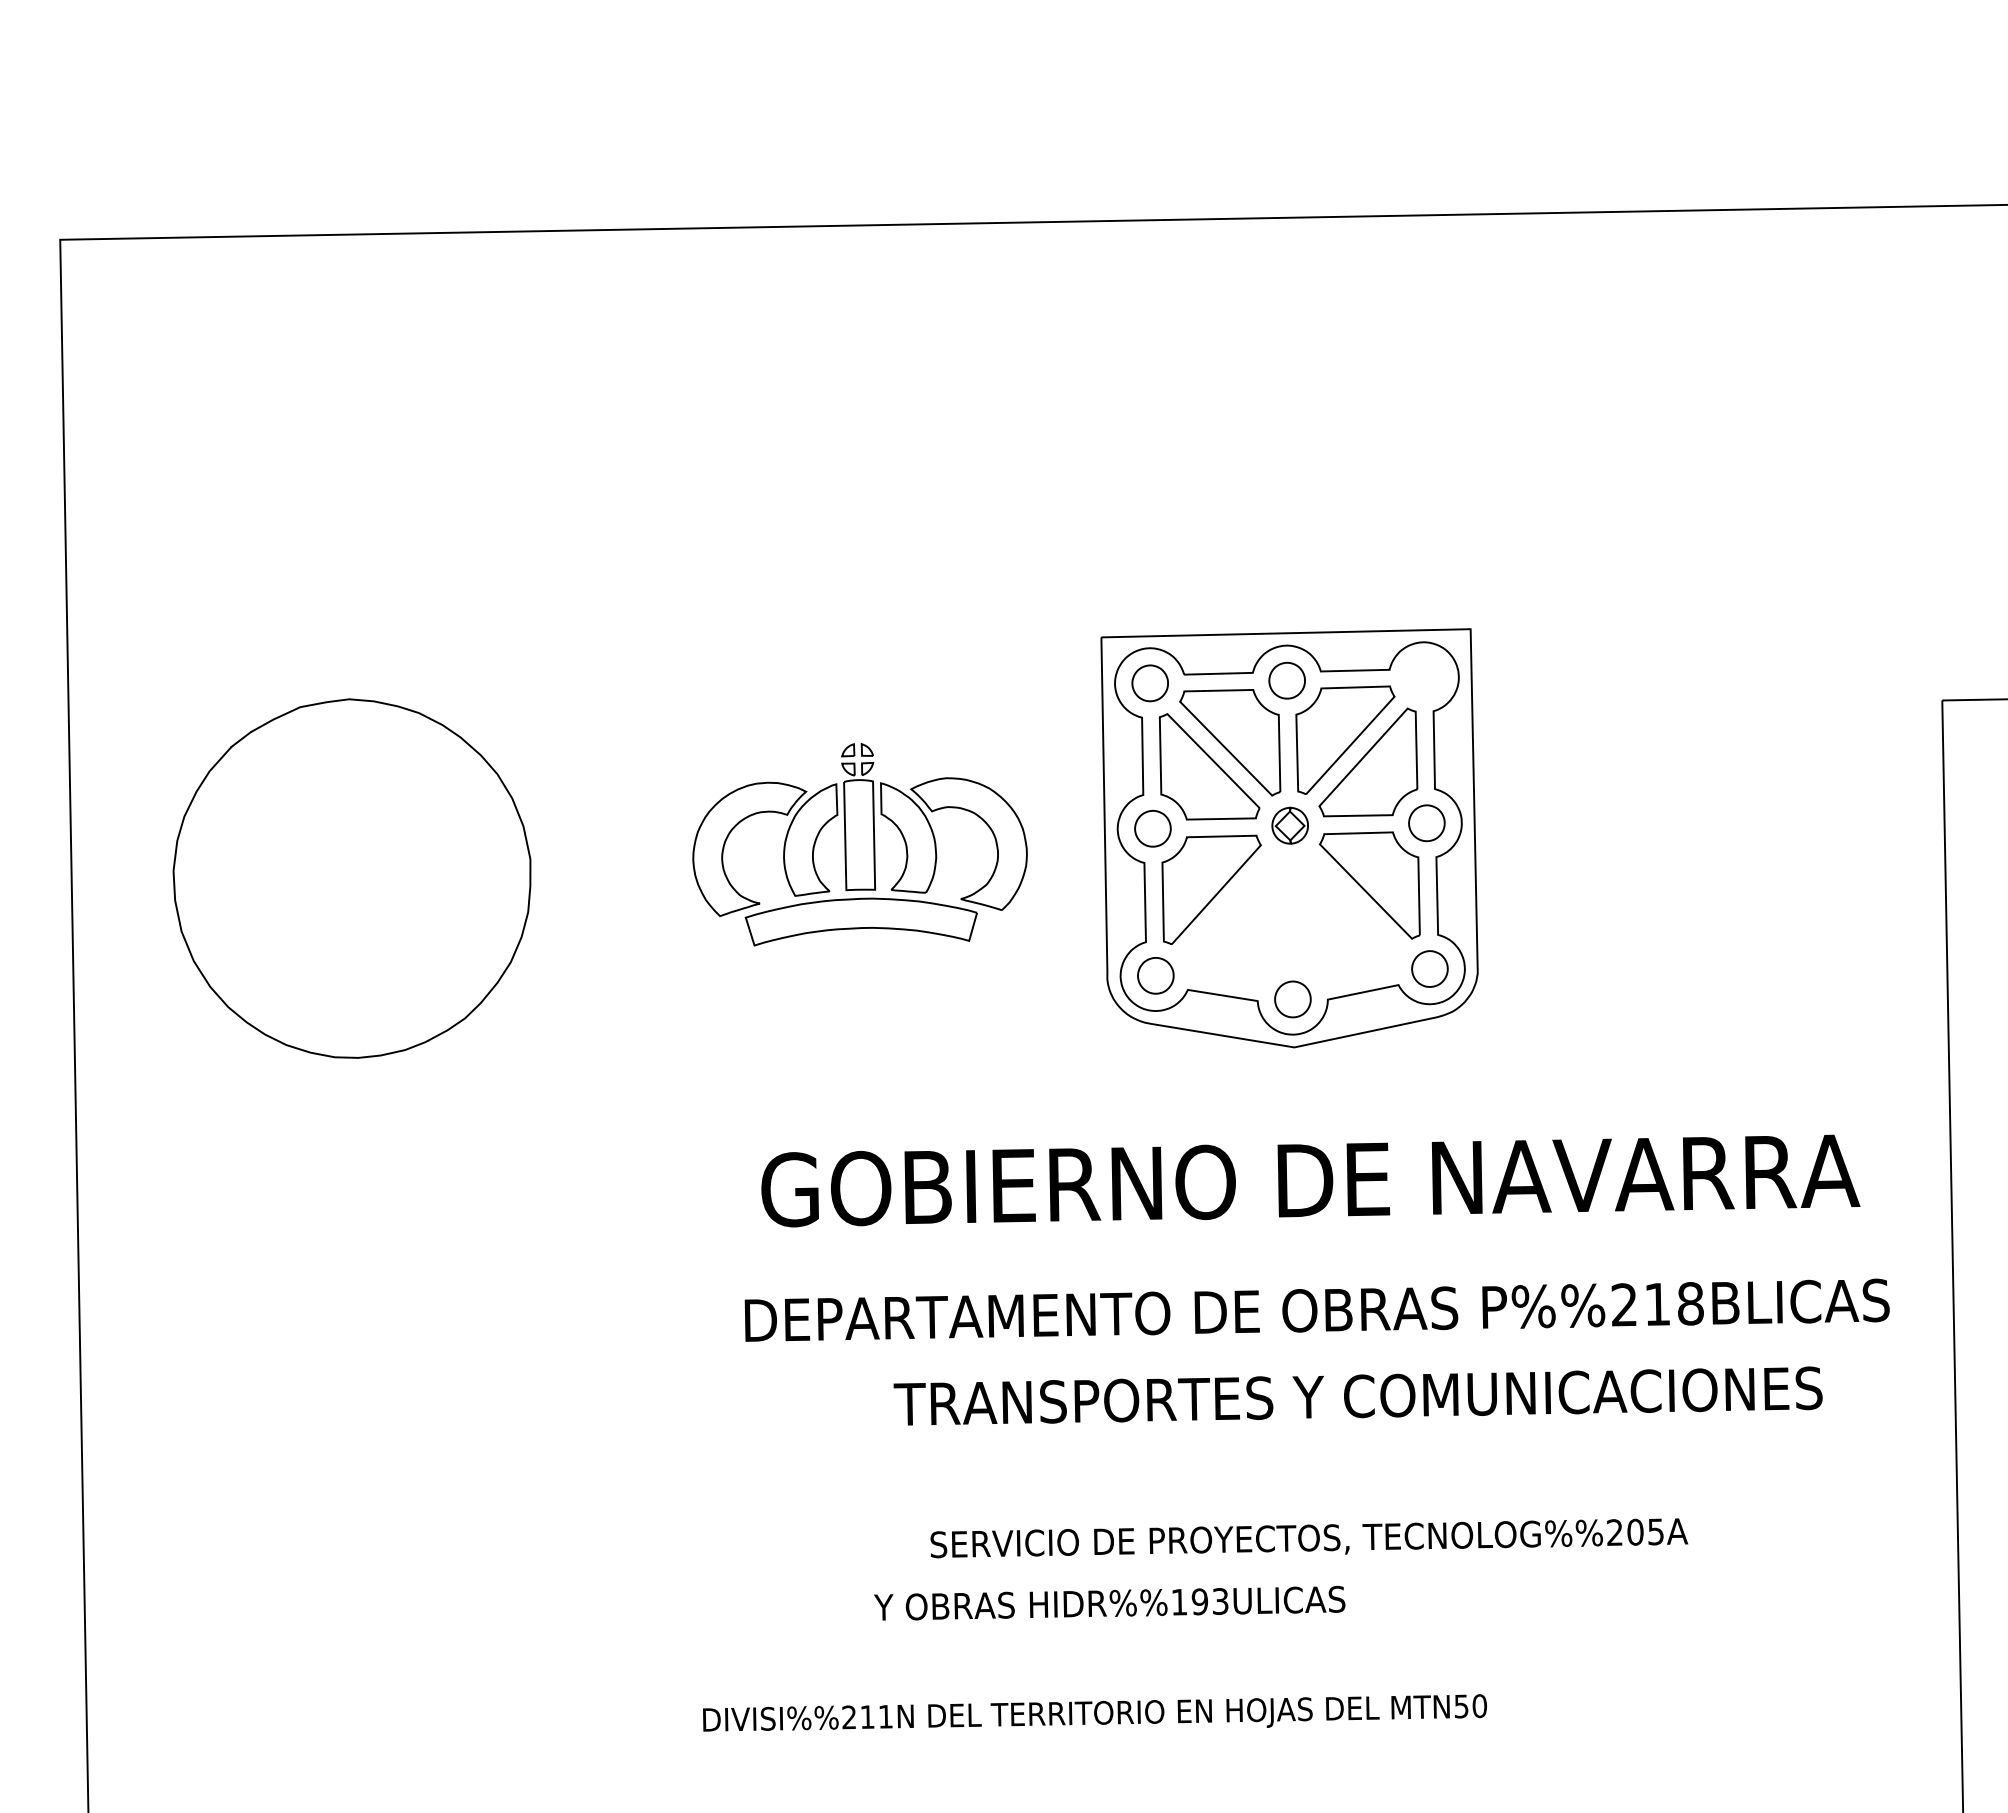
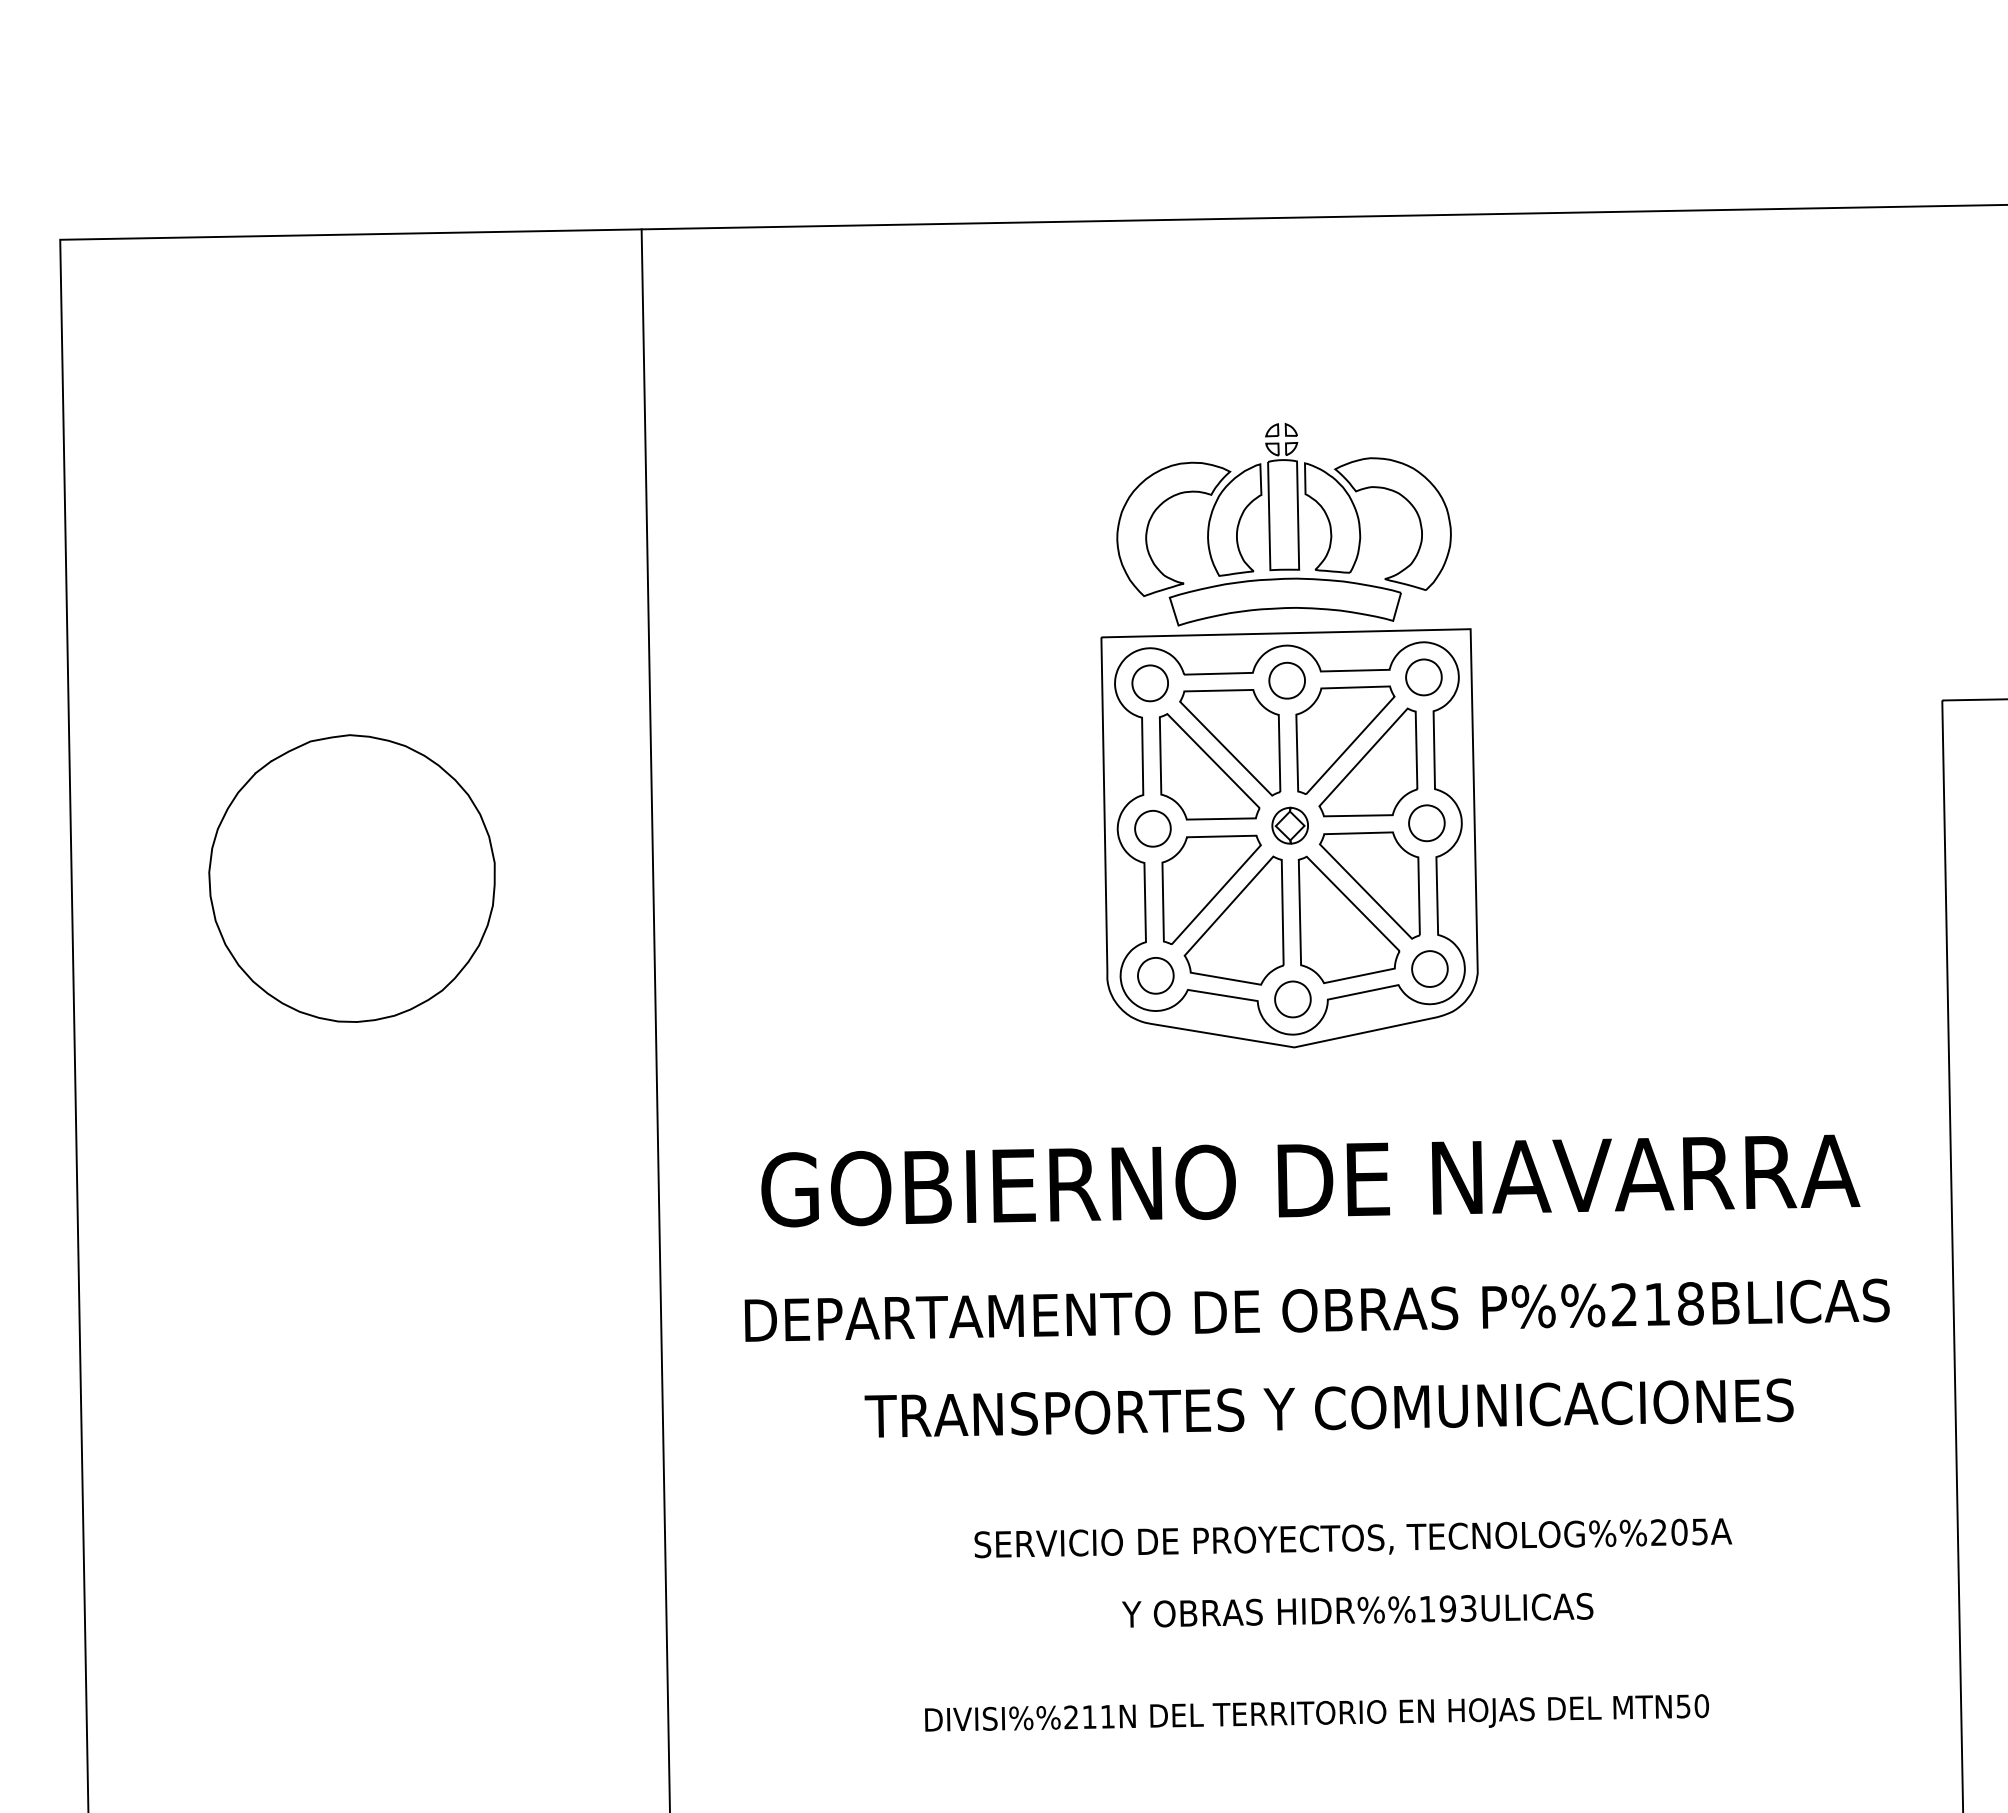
part at (1423, 677): none -> present
part at (859, 844) position: (859, 844) -> (1283, 524)
part at (351, 878) size: 360x361 px -> 288x289 px
part at (1348, 919): none -> present
part at (1233, 920): none -> present
line at (655, 1019): none -> present
text at (1357, 1395) position: (1357, 1395) -> (1328, 1407)
text at (1309, 1538) position: (1309, 1538) -> (1353, 1538)
text at (1109, 1602) position: (1109, 1602) -> (1357, 1609)
text at (1094, 1712) position: (1094, 1712) -> (1316, 1712)
